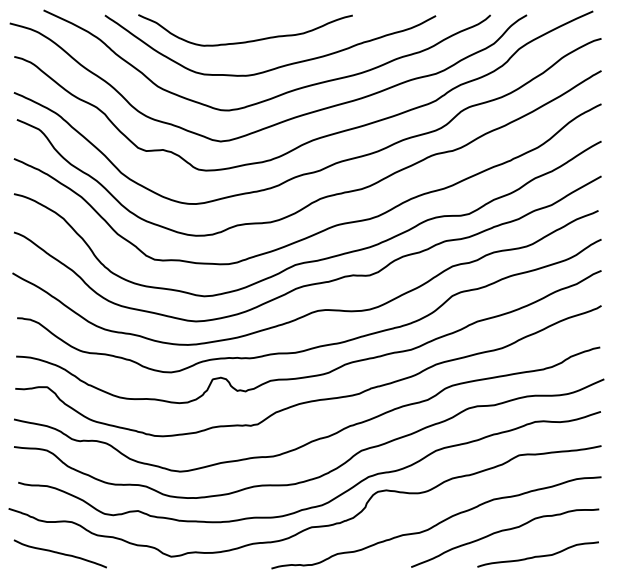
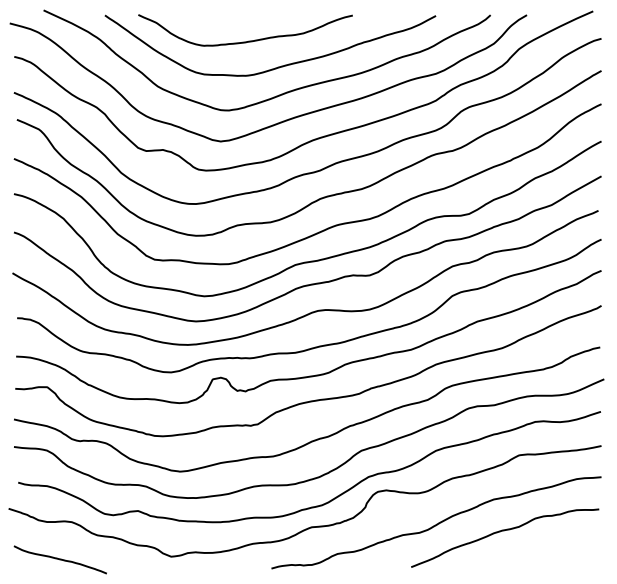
curve at (59, 553) position: (59, 553) -> (59, 559)
curve at (537, 555): present -> none
